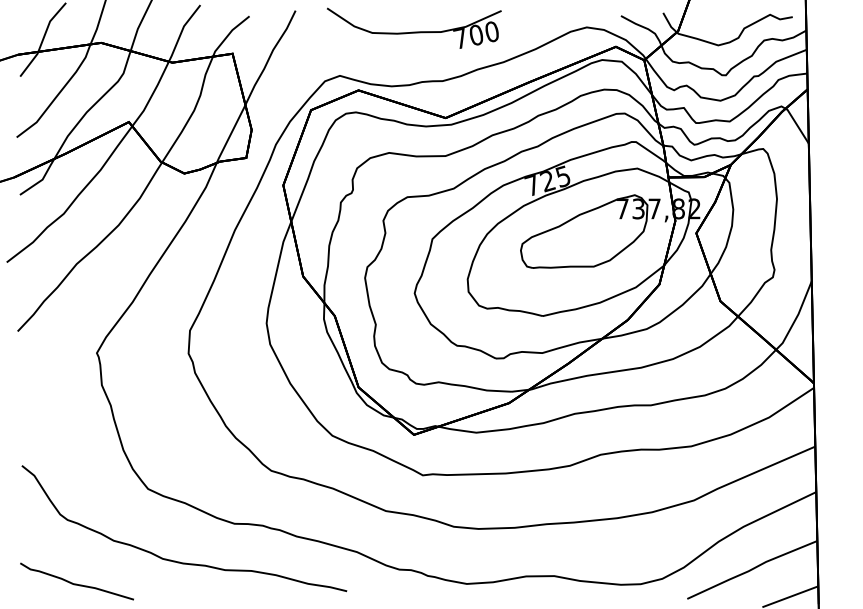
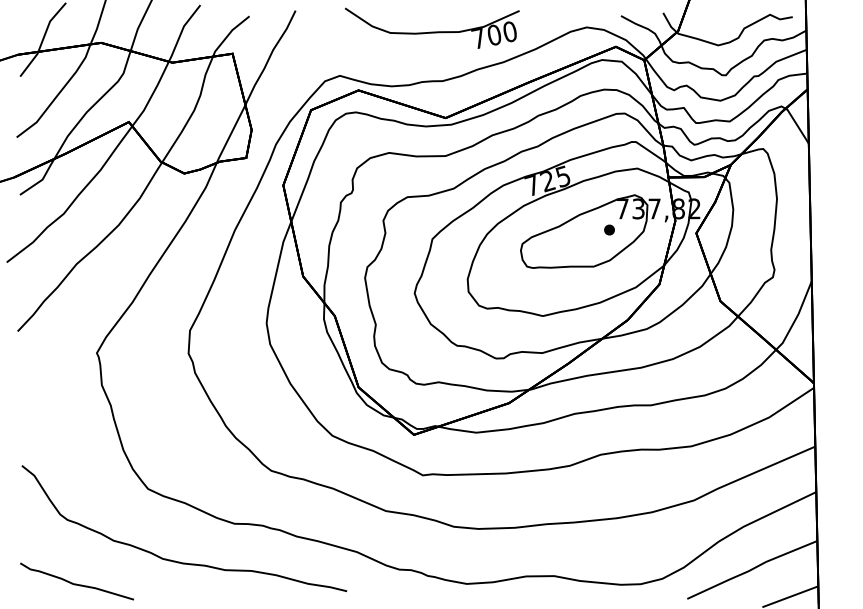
part at (414, 27) position: (414, 27) -> (432, 27)
part at (609, 229): none -> present
